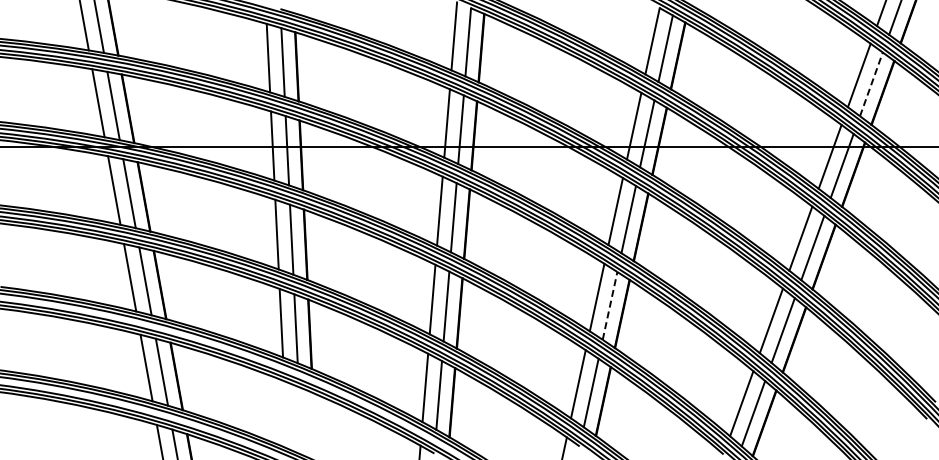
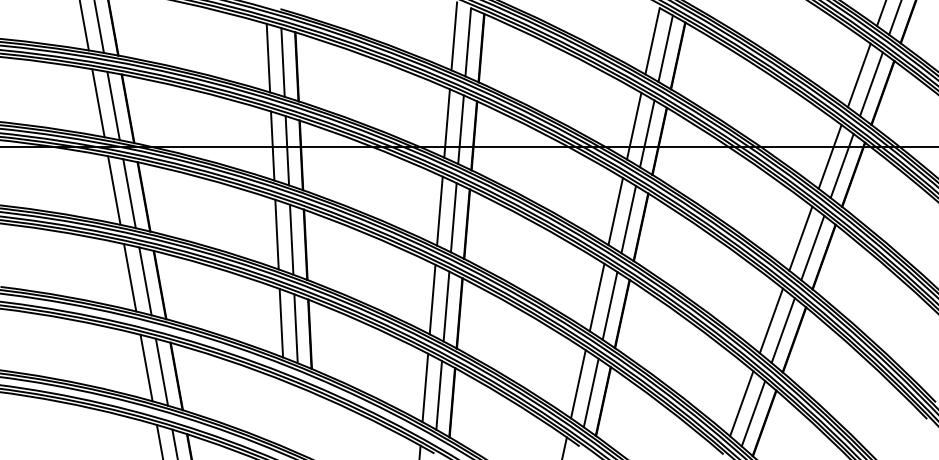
line at (871, 84): dashed -> solid
line at (610, 305): dashed -> solid
